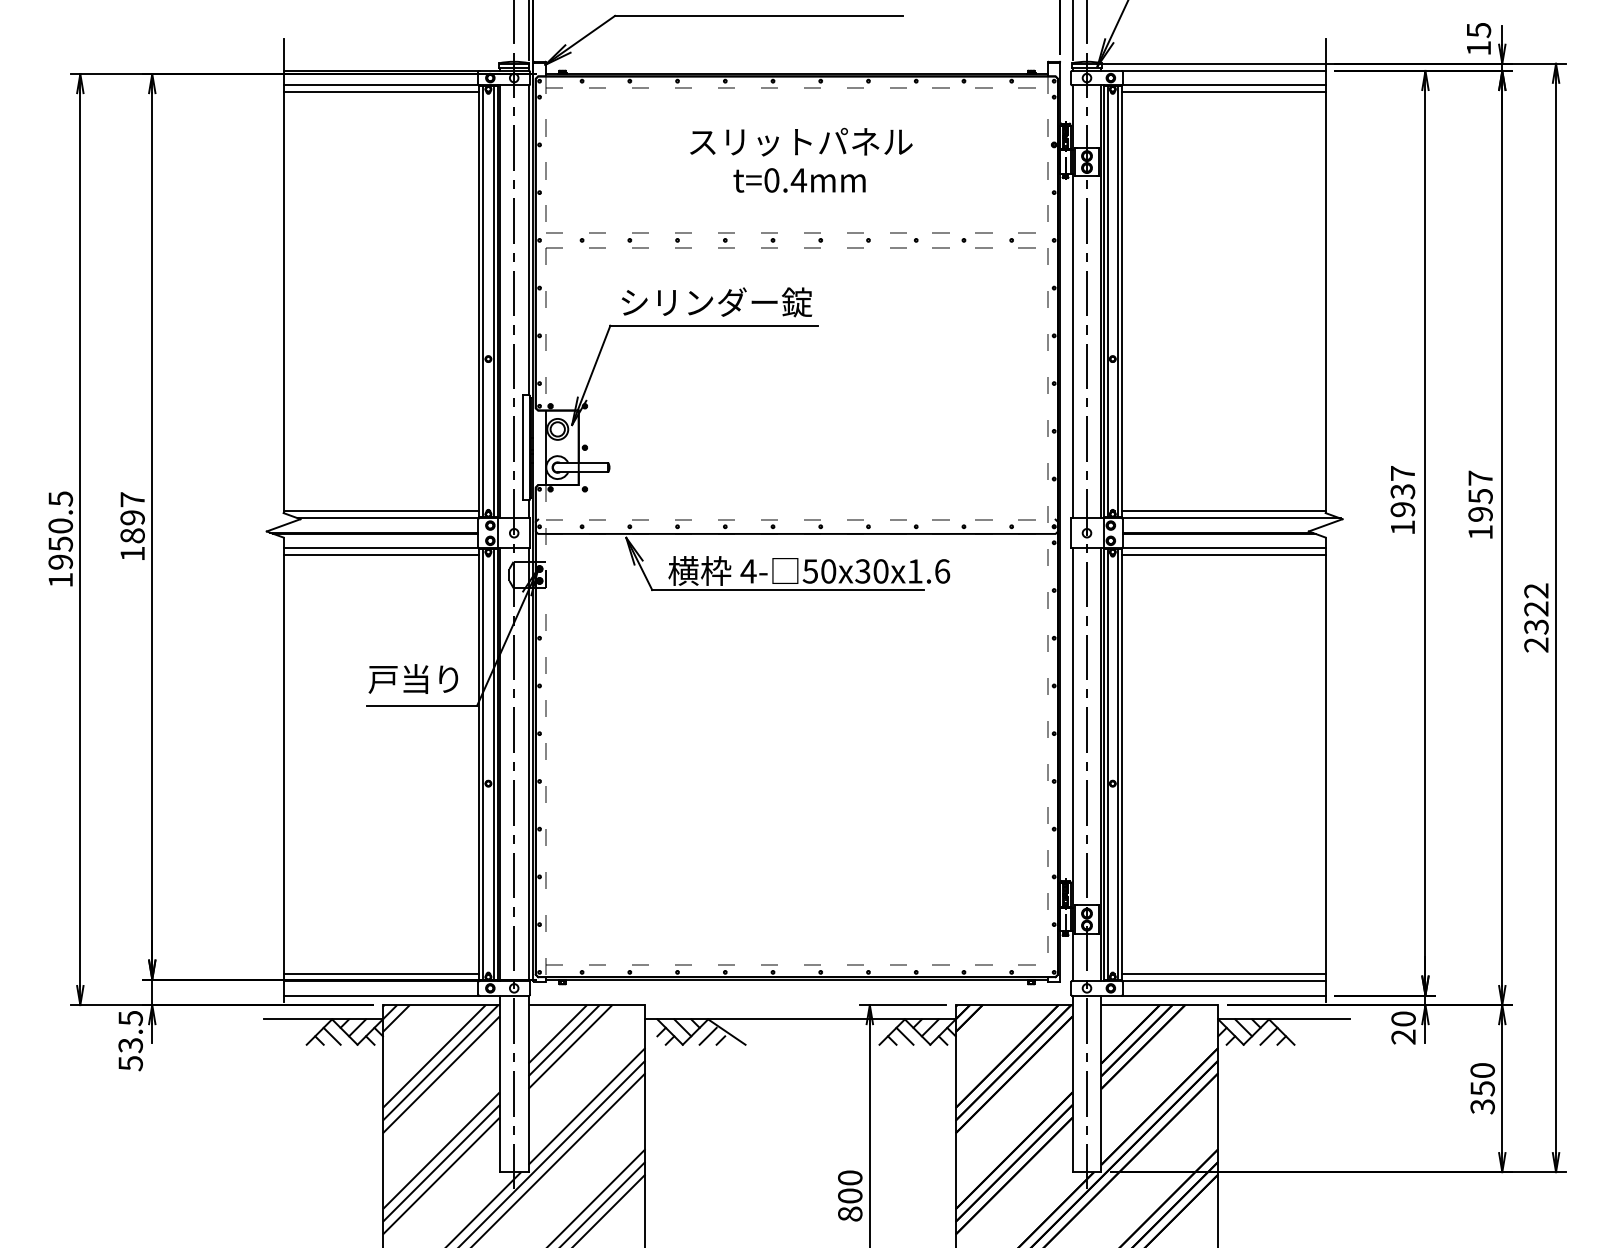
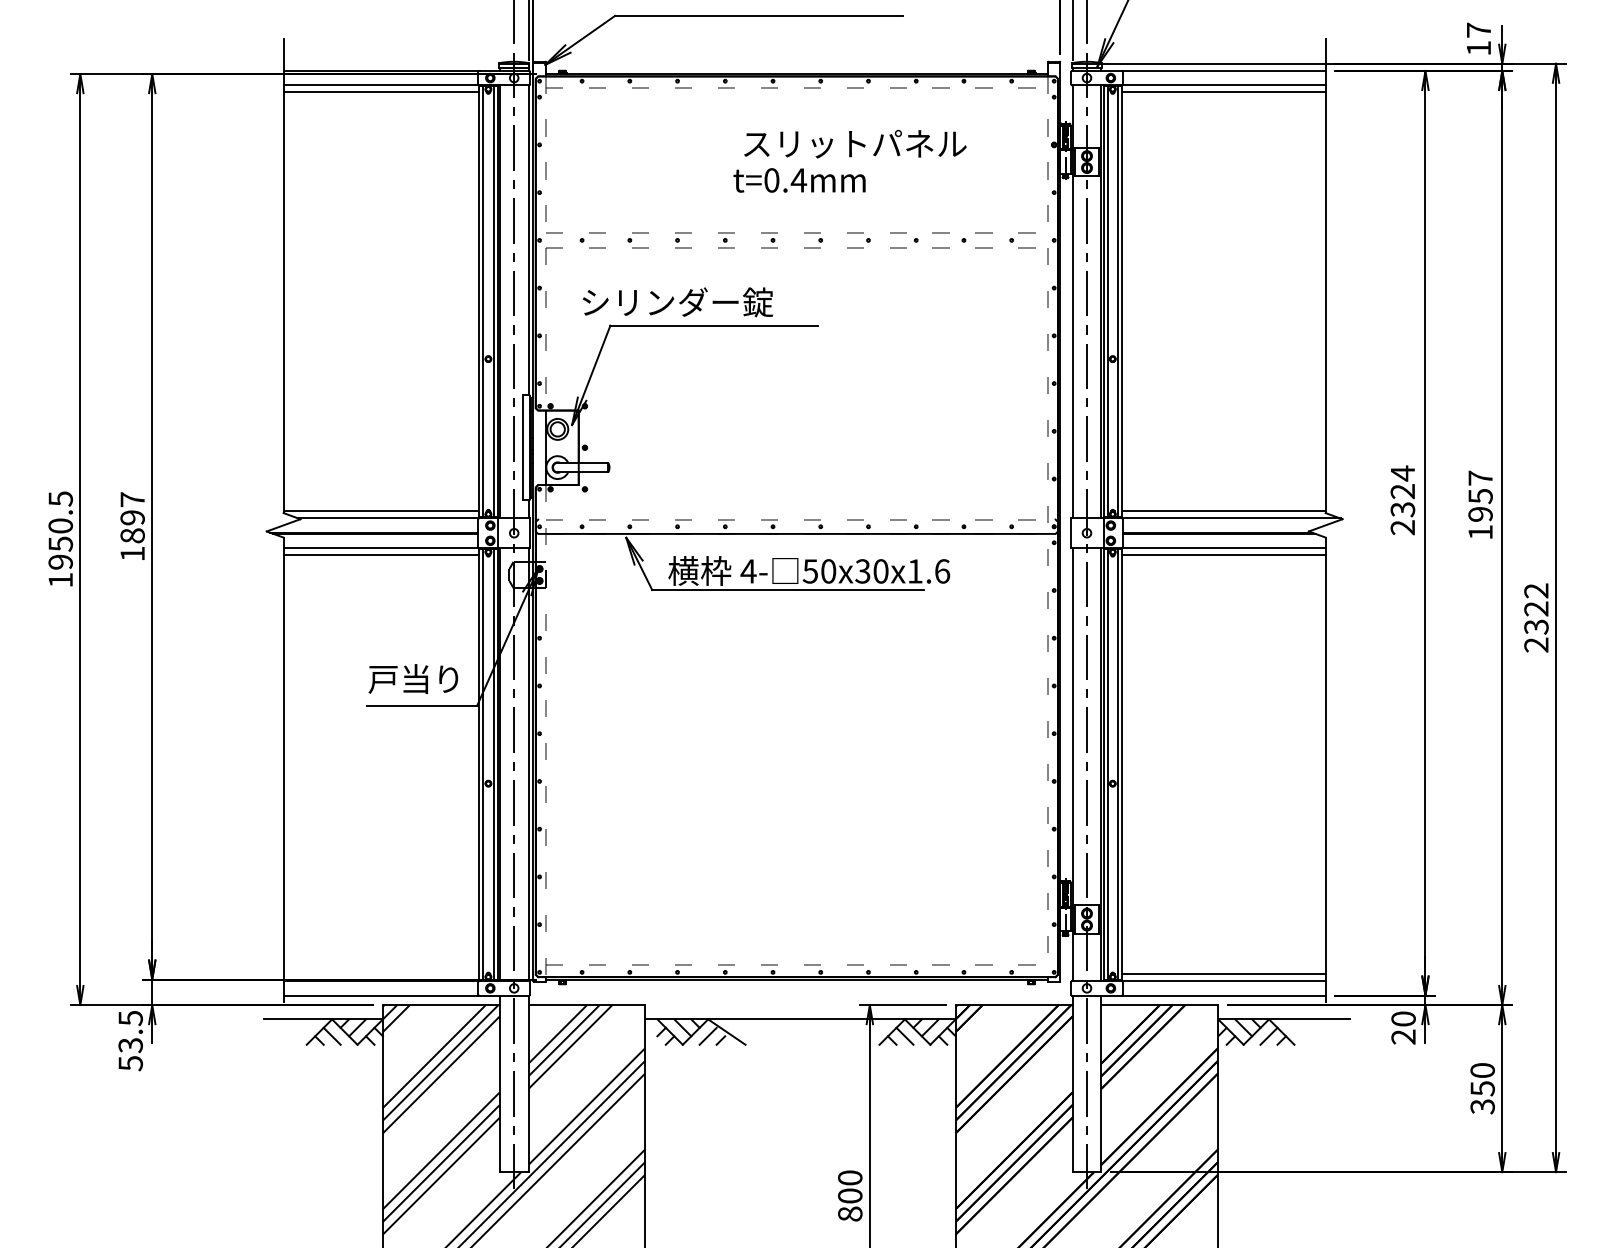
text at (1479, 30): 15 -> 17
text at (801, 141) position: (801, 141) -> (855, 143)
text at (716, 302) position: (716, 302) -> (677, 302)
text at (1402, 500): 1937 -> 2324
line at (381, 974): present -> none
